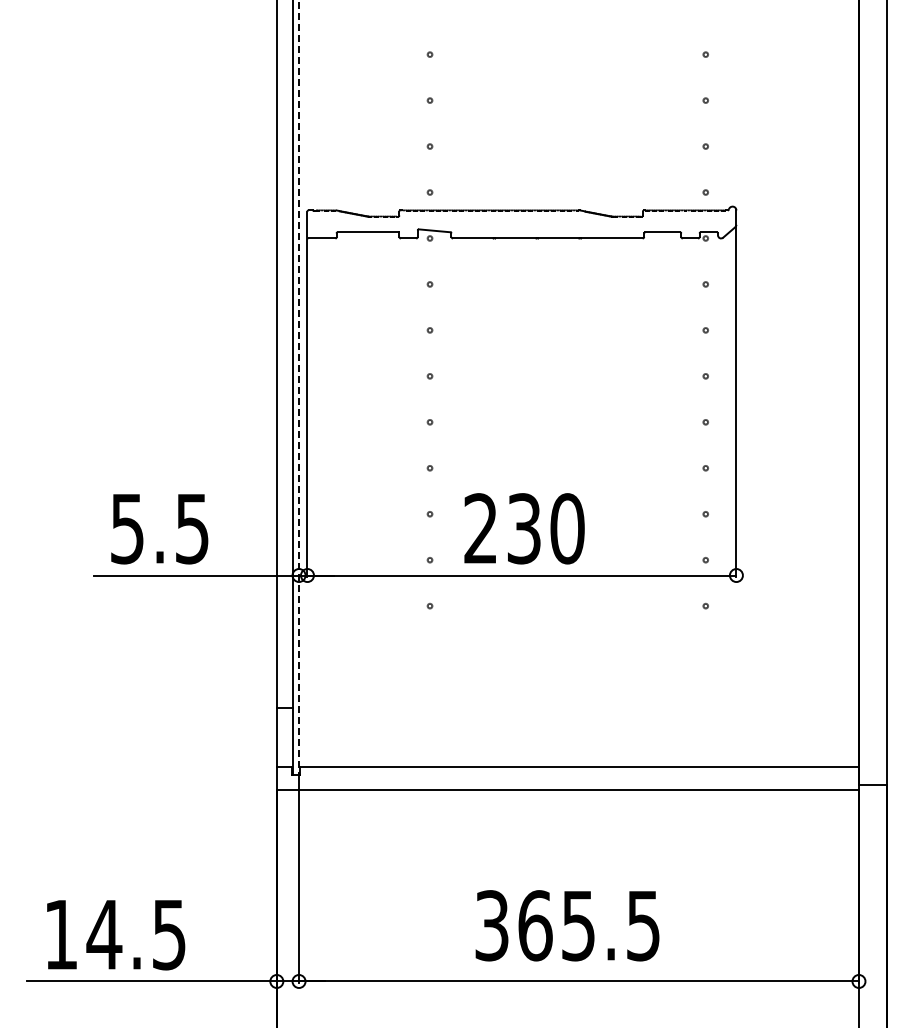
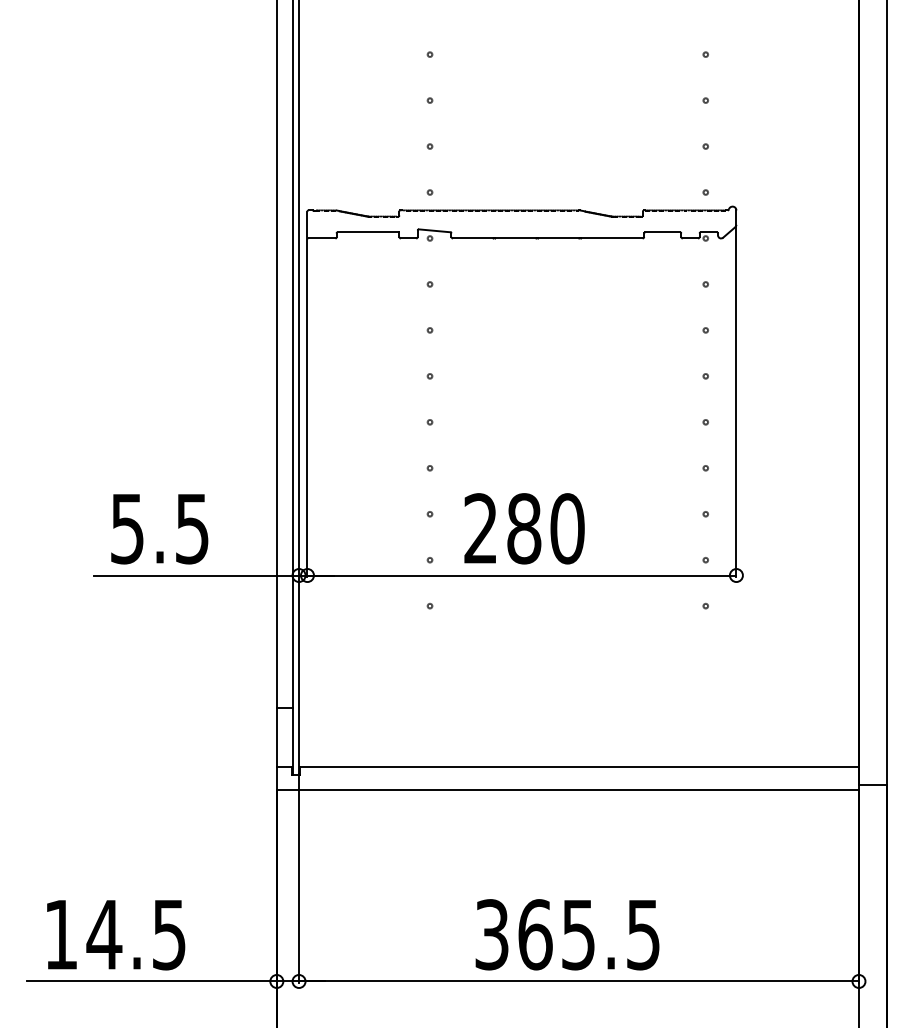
line at (299, 388): dashed -> solid
text at (524, 528): 230 -> 280
text at (567, 925) position: (567, 925) -> (567, 934)
